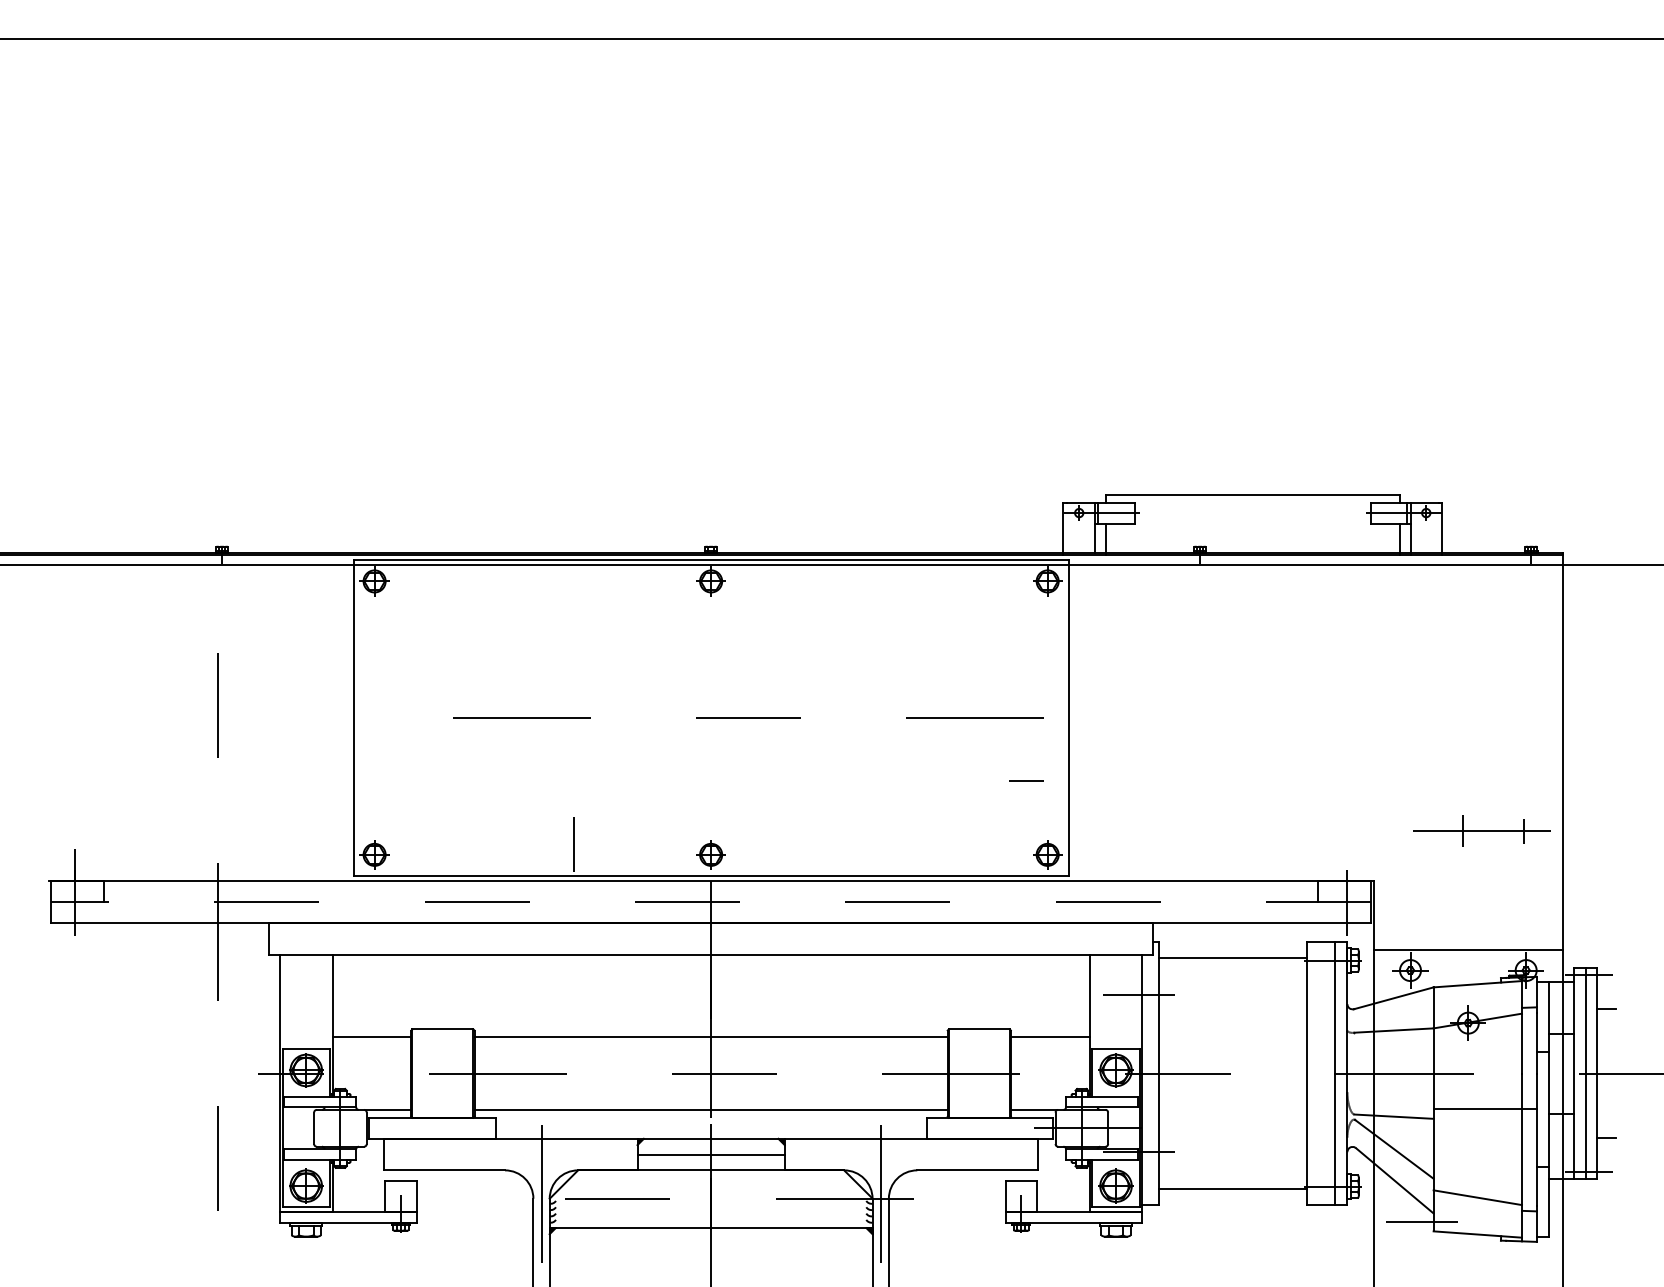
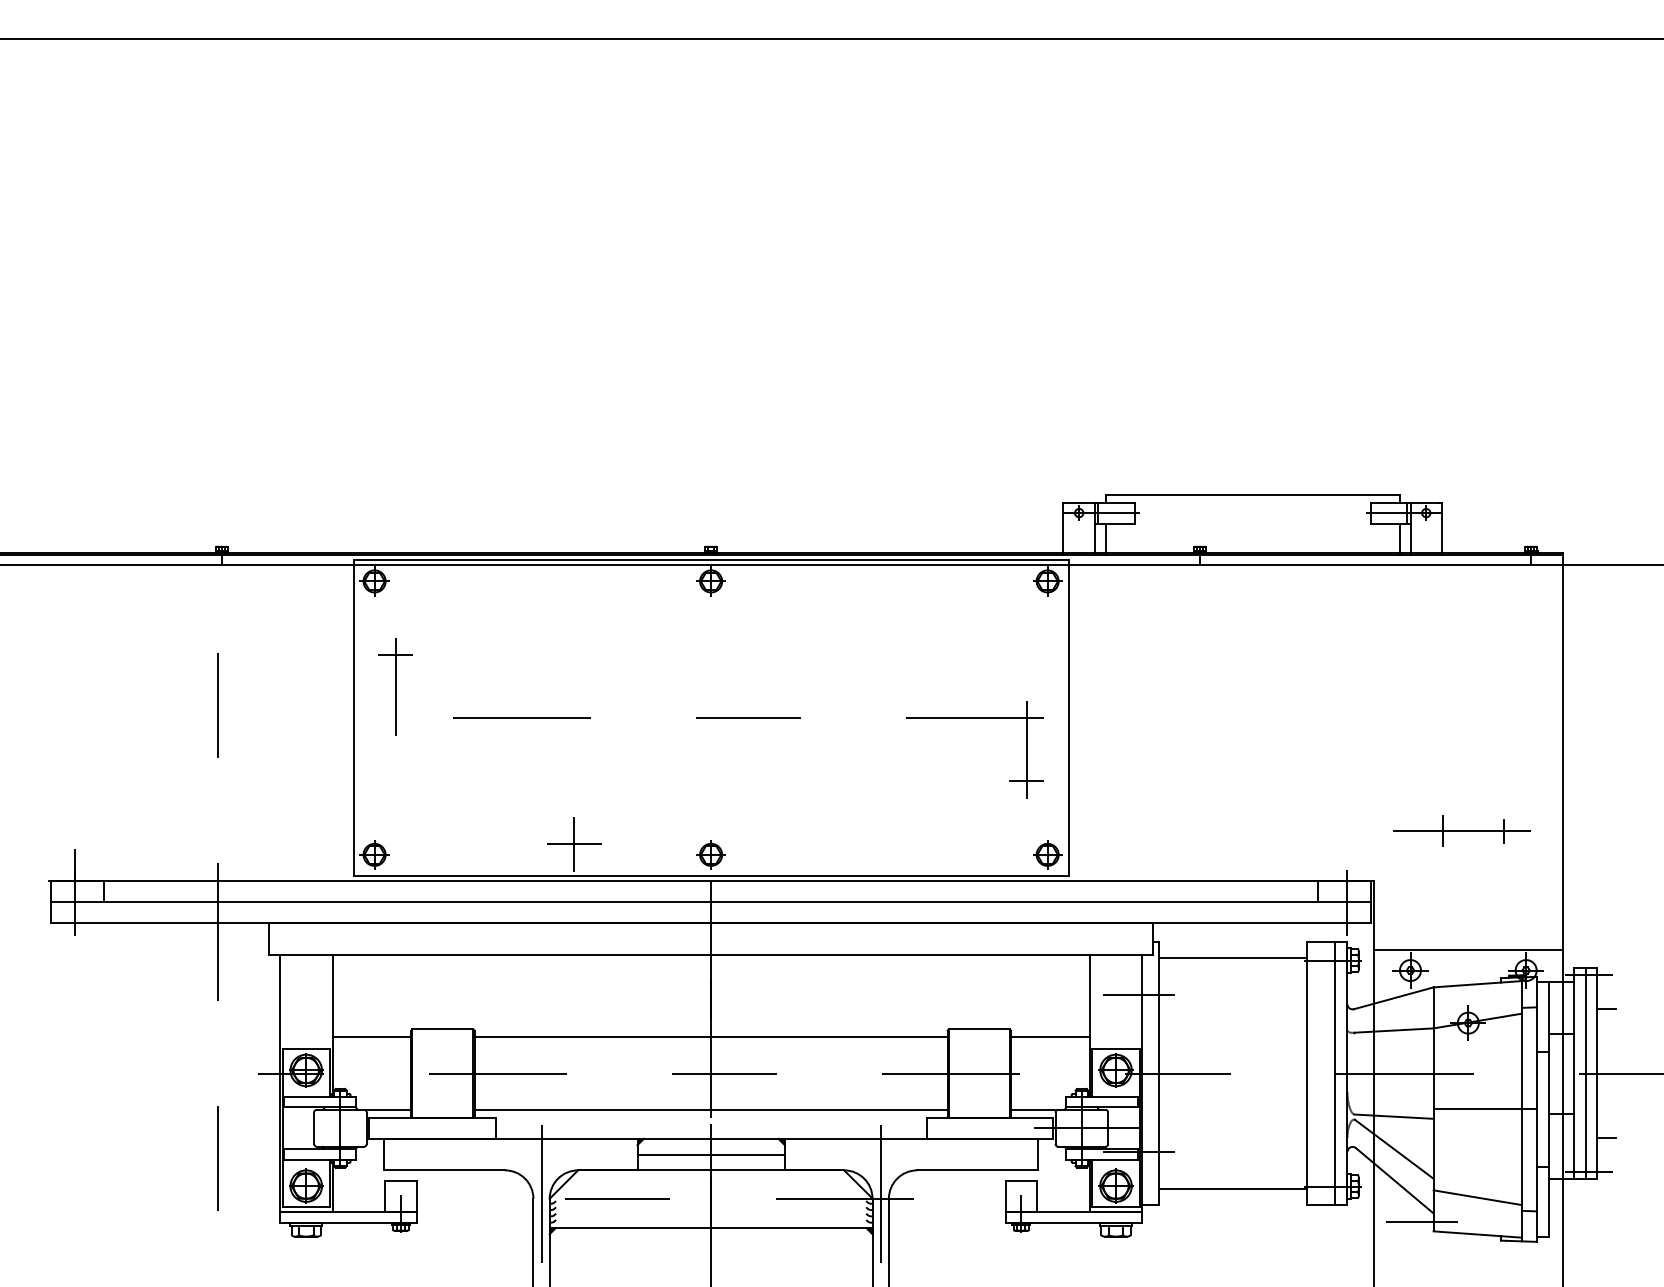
part at (395, 686): none -> present
line at (1026, 749): none -> present
part at (1481, 830) position: (1481, 830) -> (1461, 830)
line at (573, 844): none -> present
line at (711, 902): dashed -> solid
